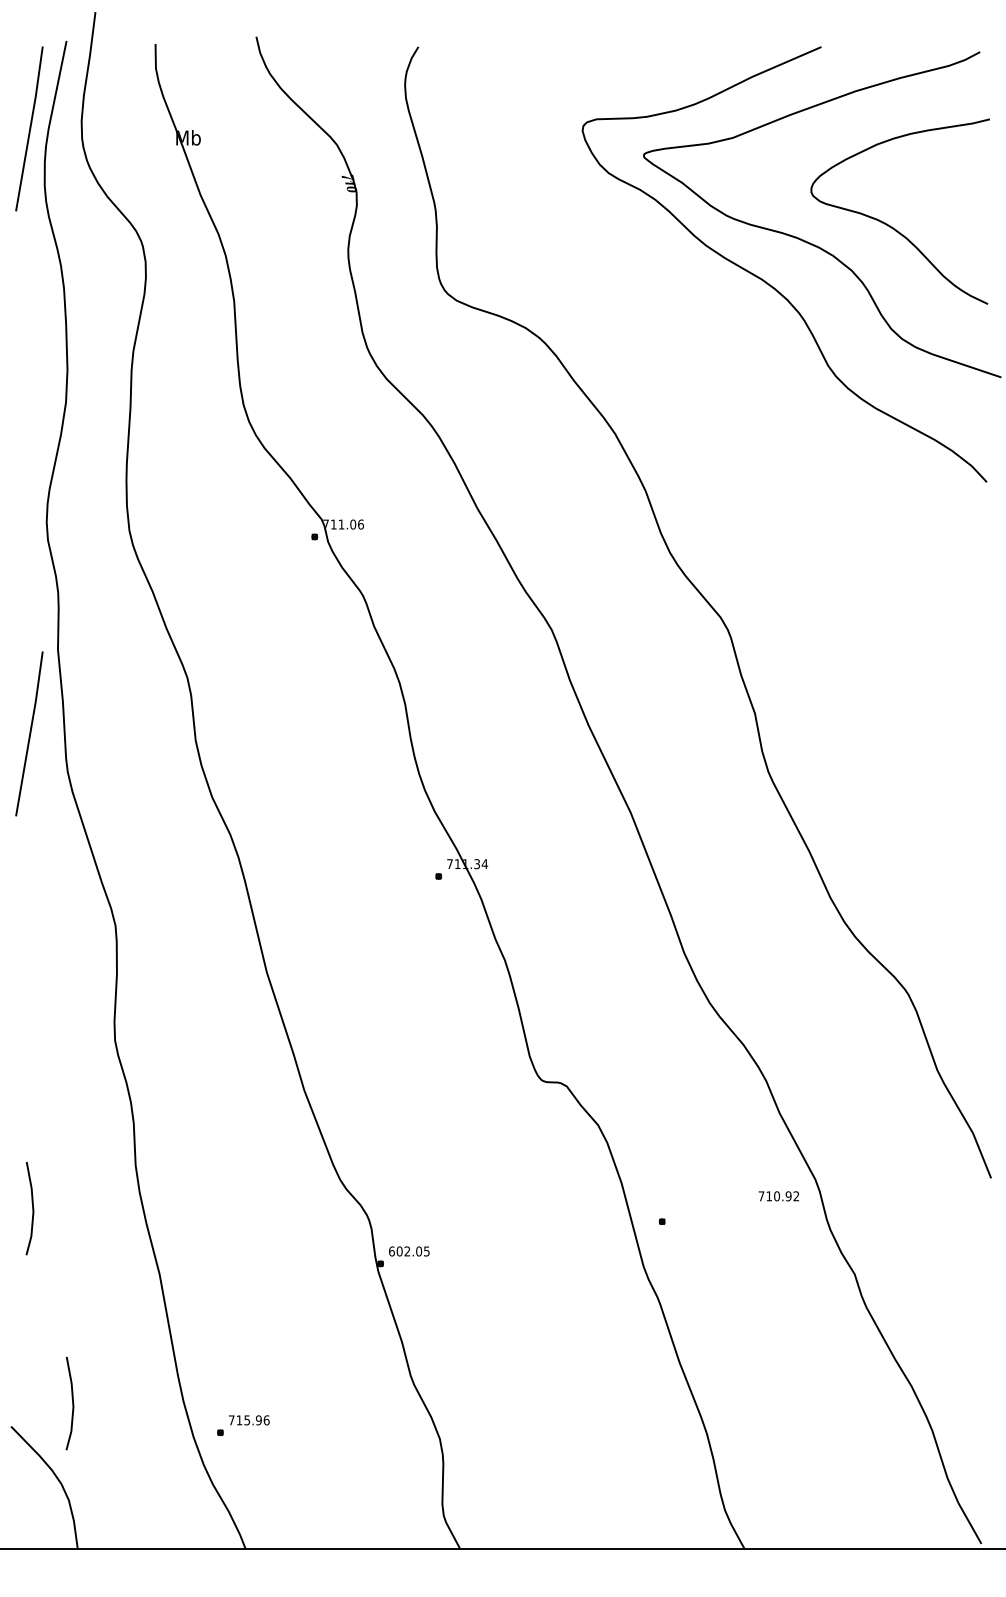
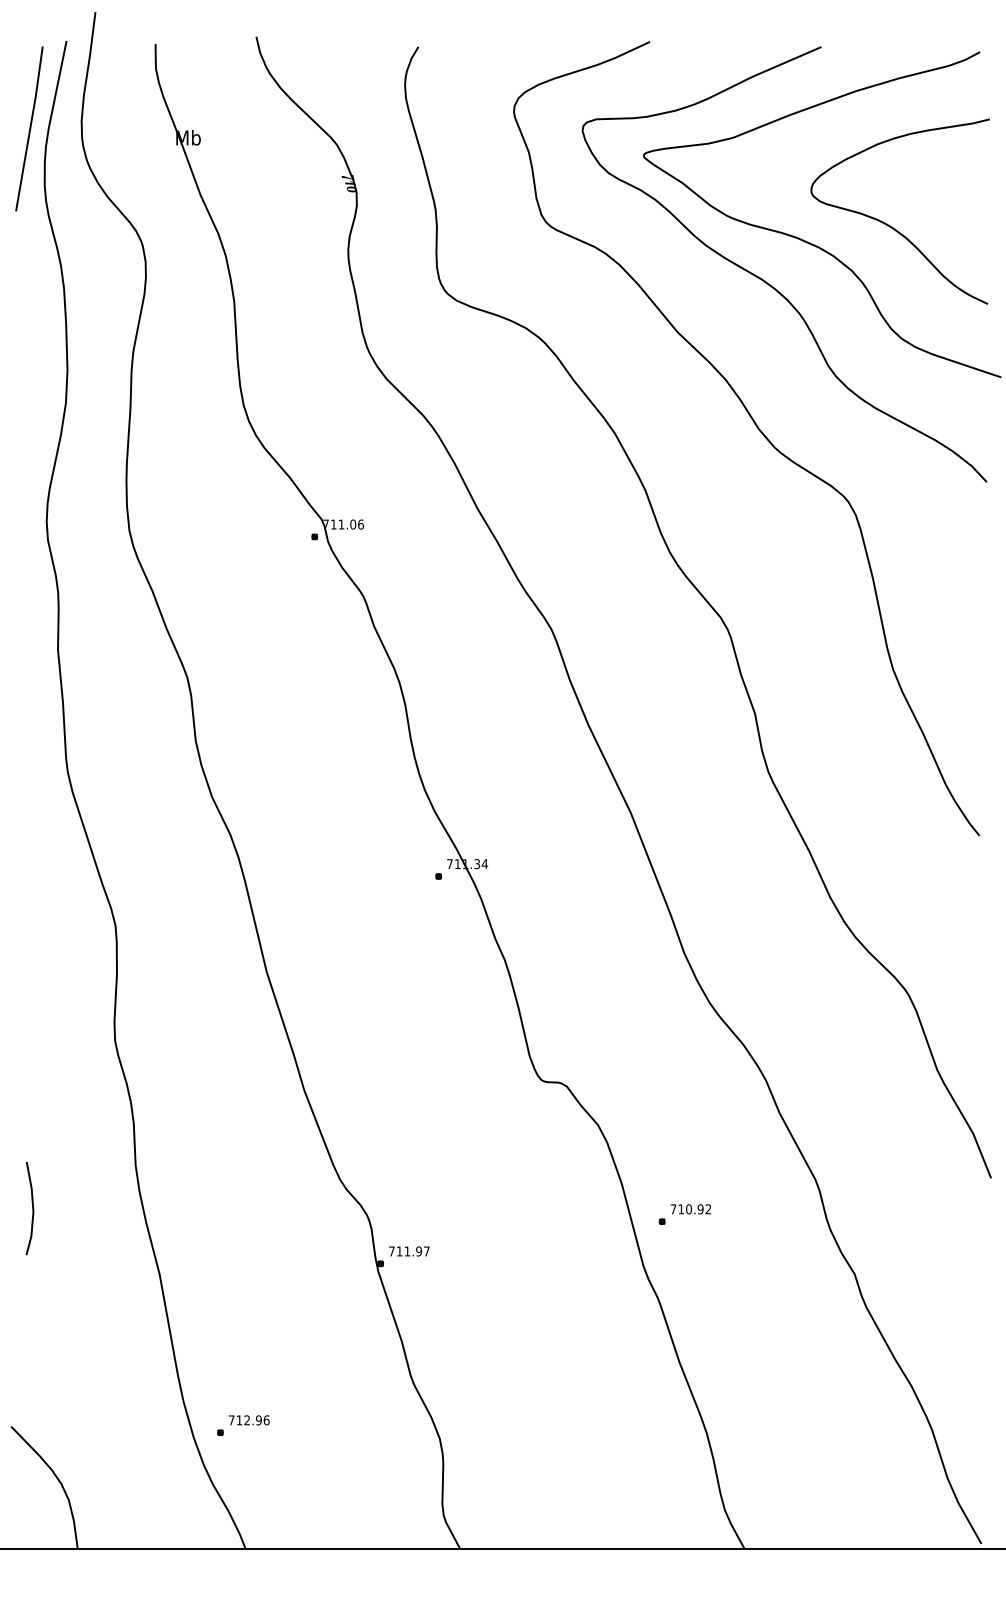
curve at (758, 430): none -> present
line at (29, 733): present -> none
text at (778, 1196) position: (778, 1196) -> (690, 1209)
text at (409, 1251): 602.05 -> 711.97
line at (72, 1403): present -> none
text at (246, 1420): 715.96 -> 712.96
